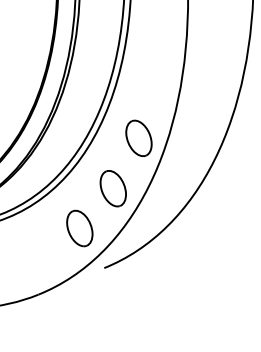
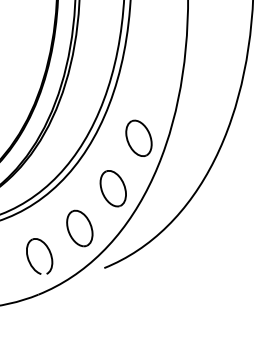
part at (29, 258): none -> present
